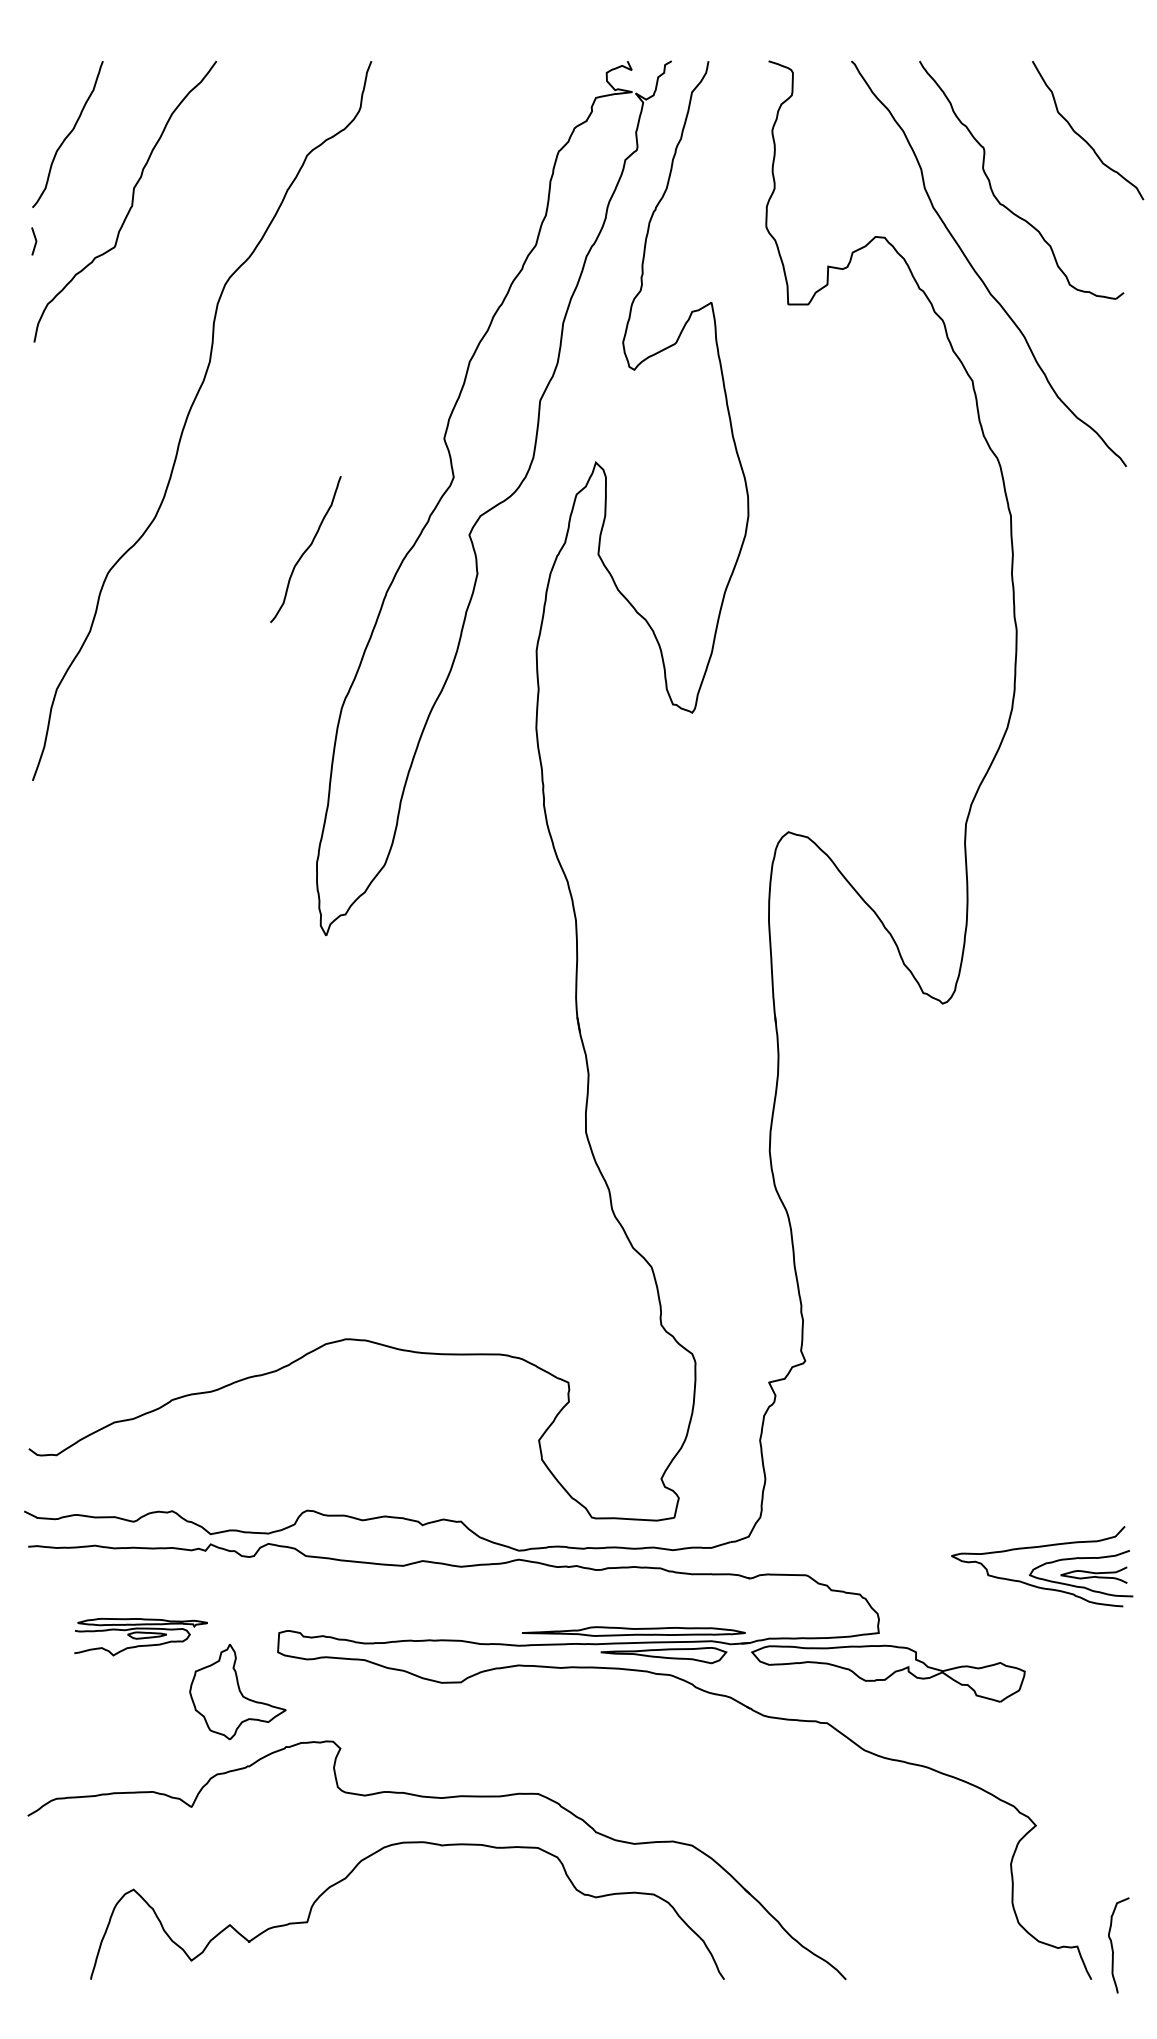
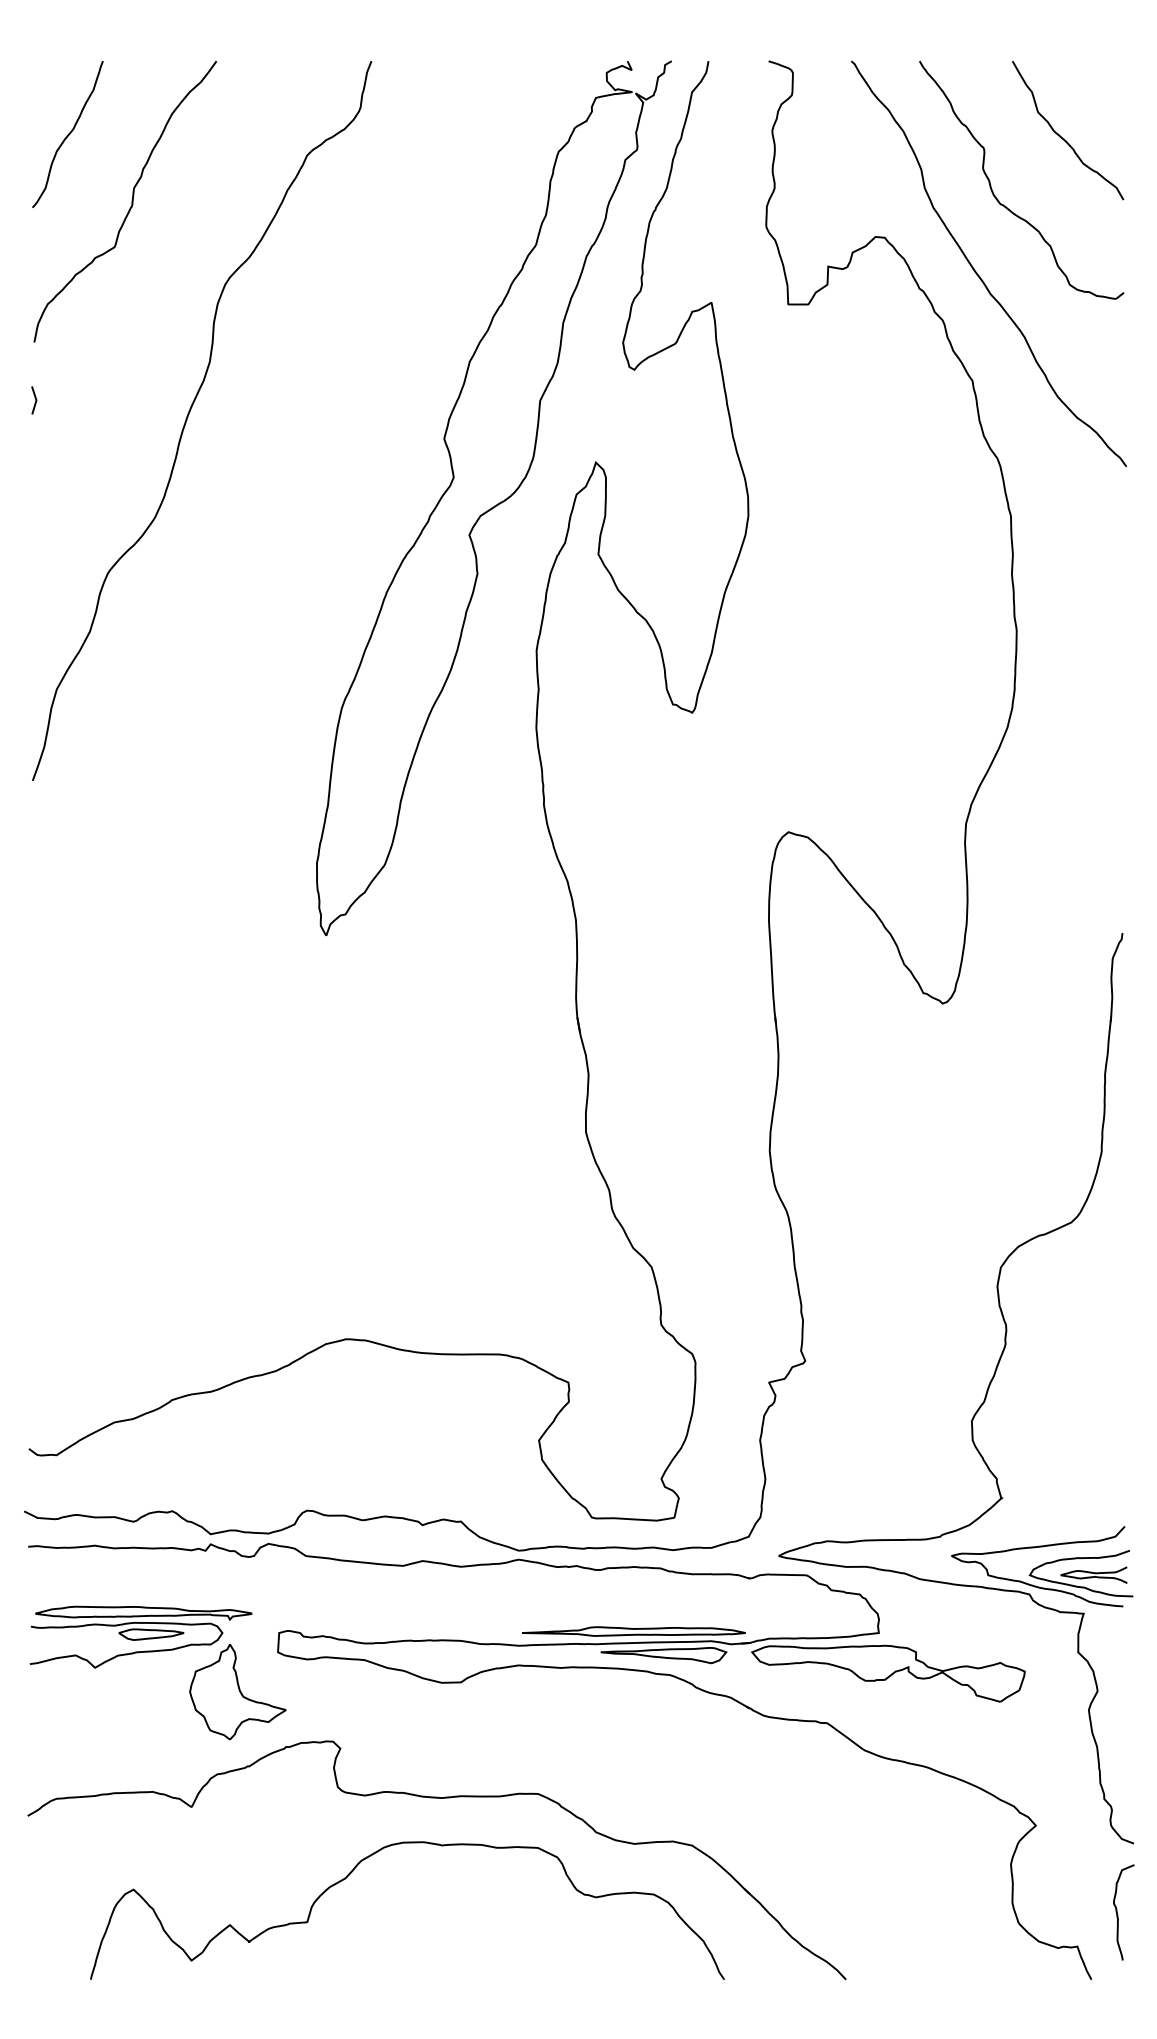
curve at (1084, 138) position: (1084, 138) -> (1064, 138)
line at (35, 241) position: (35, 241) -> (35, 400)
curve at (305, 549): present -> none
part at (980, 1404): none -> present
part at (140, 1636) size: 134x40 px -> 224x64 px
curve at (1113, 1947) position: (1113, 1947) -> (1118, 1914)
